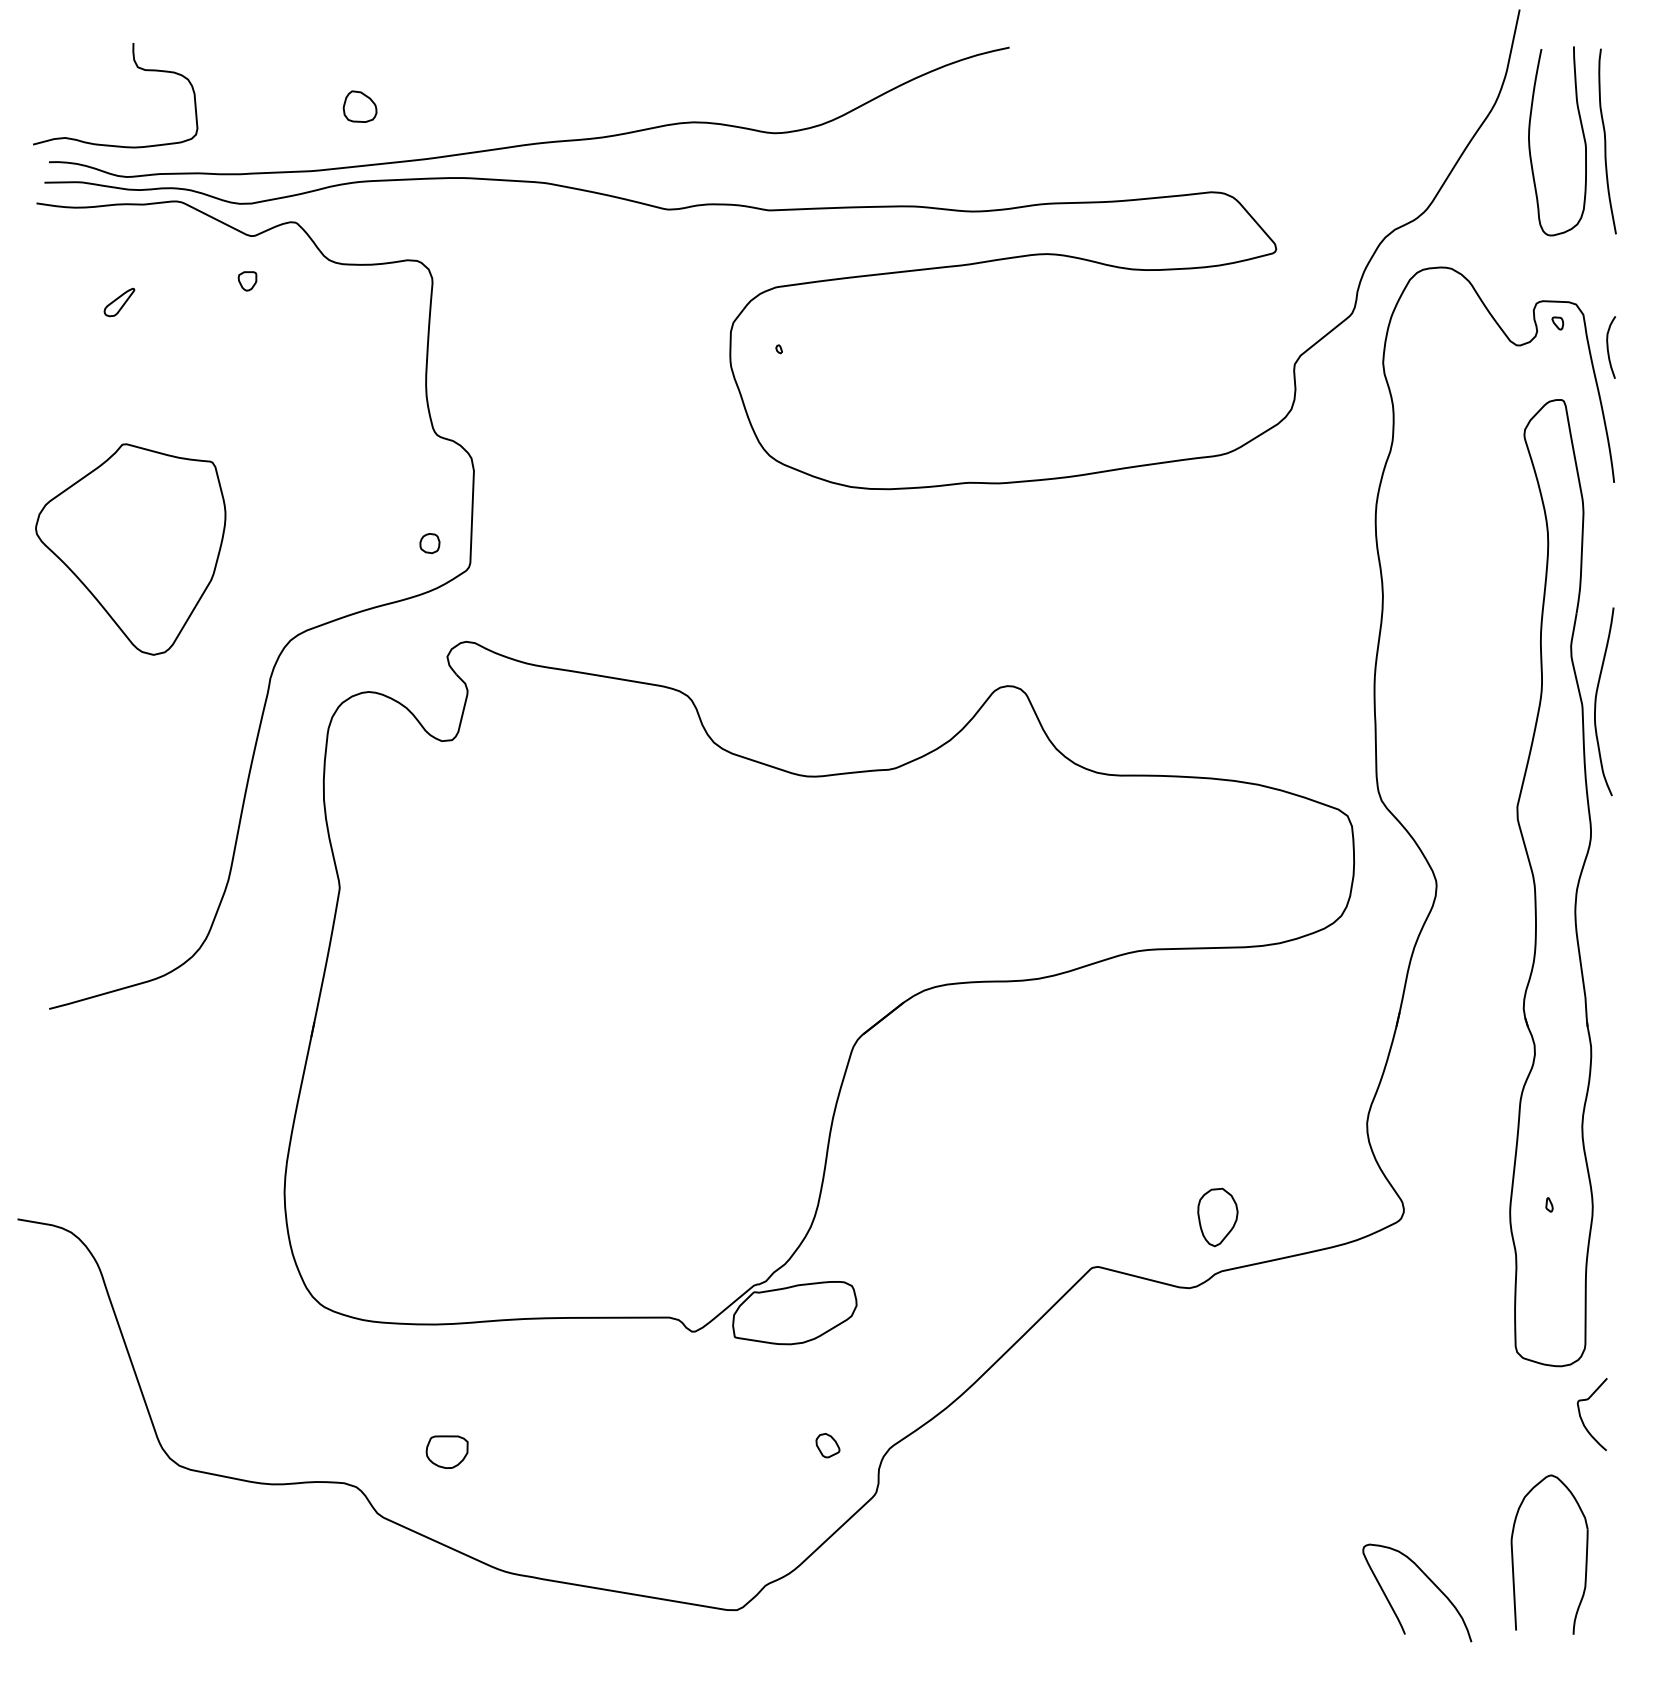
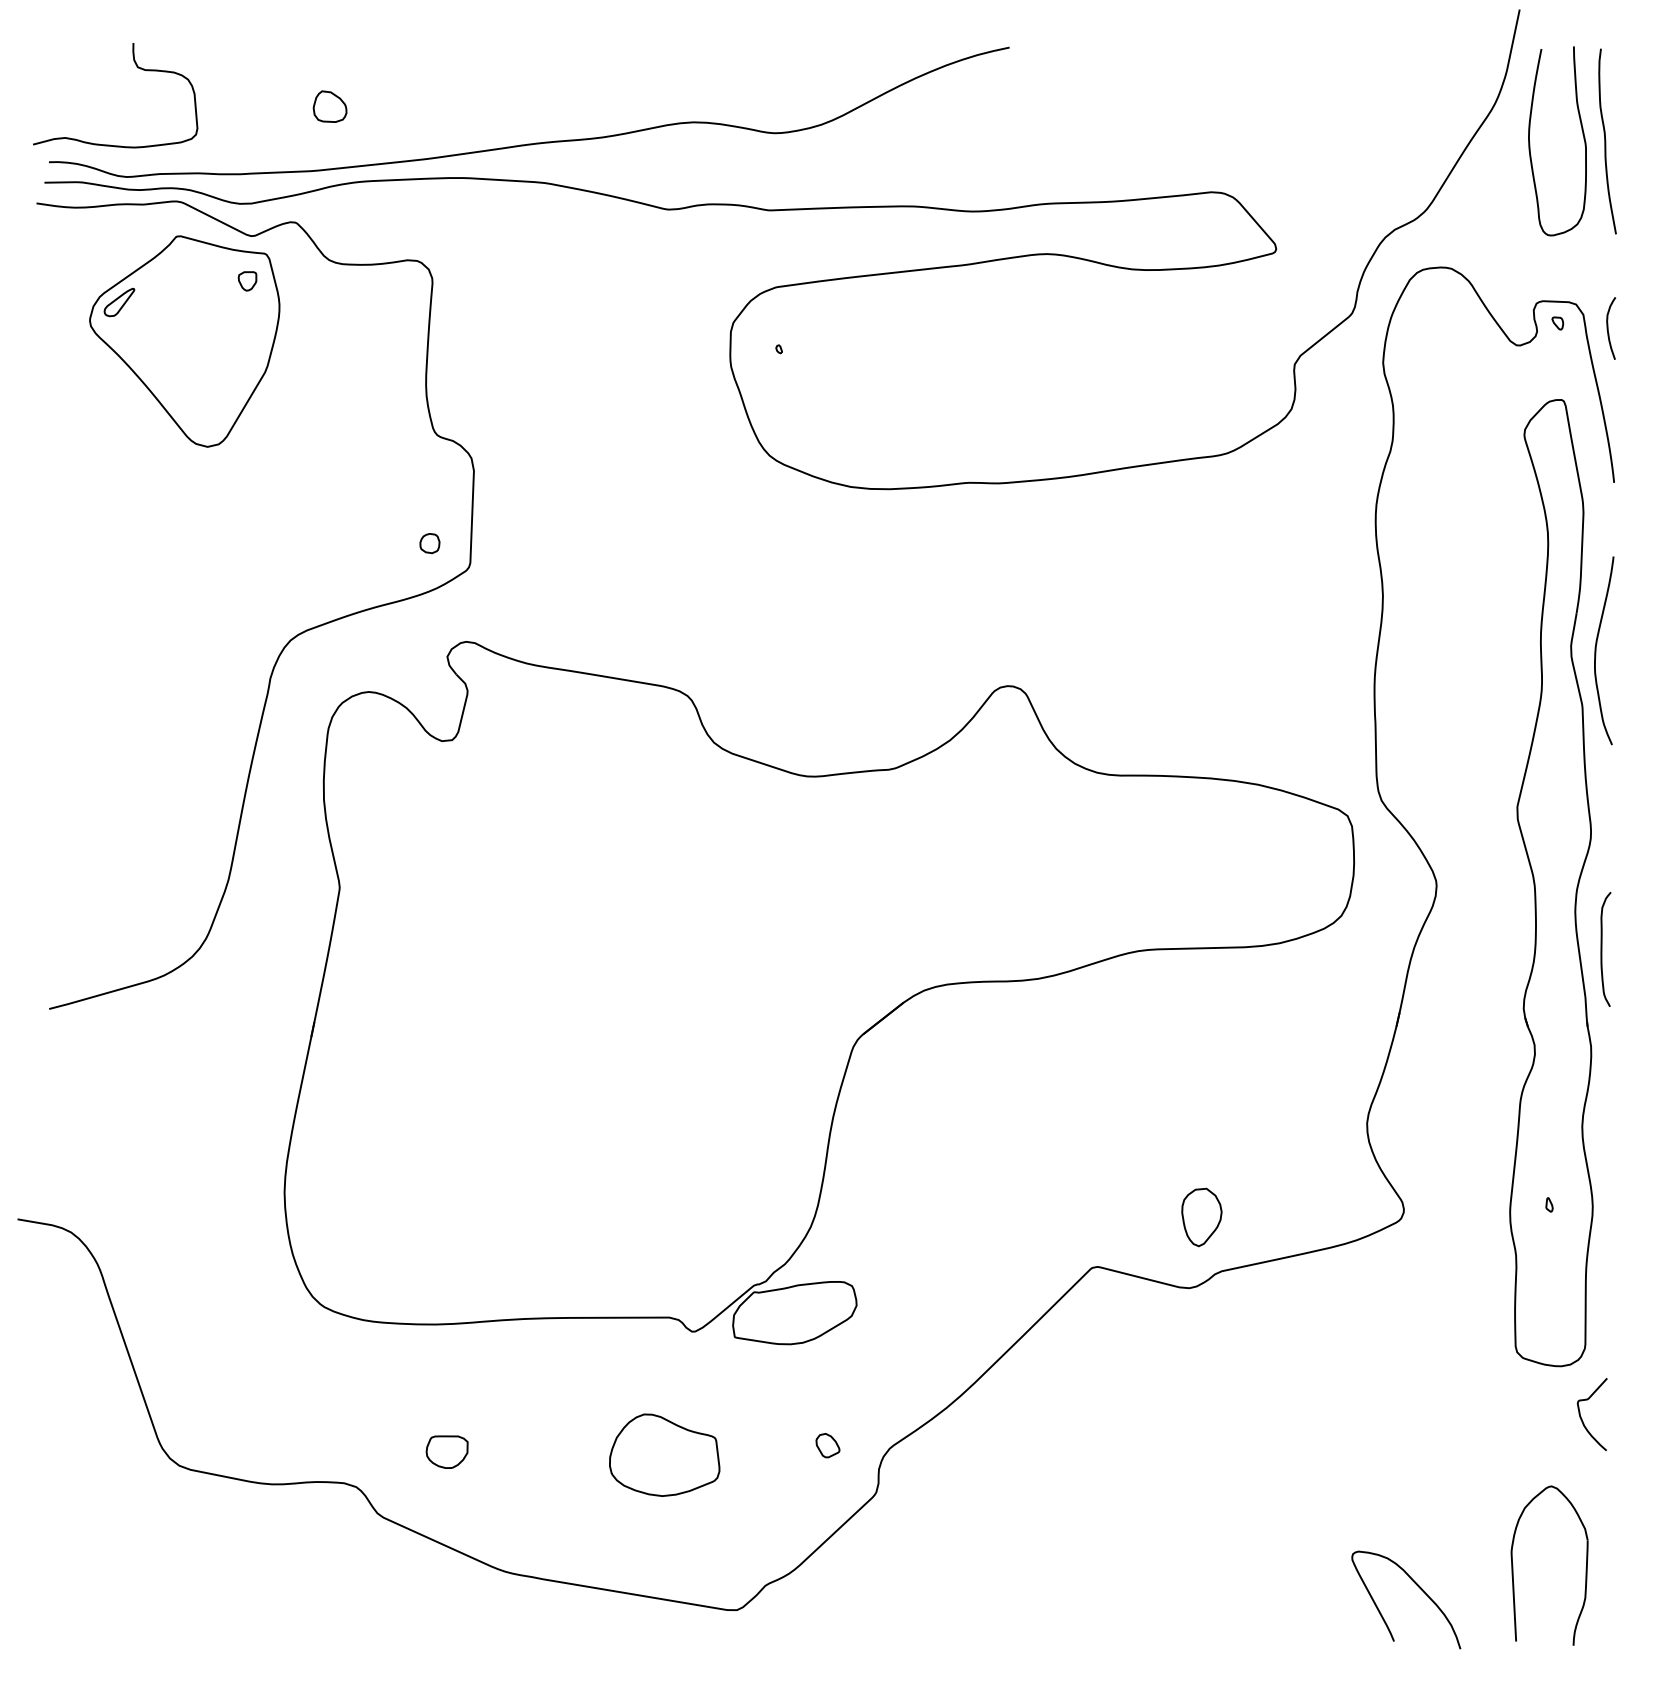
part at (359, 106) position: (359, 106) -> (329, 106)
curve at (1608, 347) position: (1608, 347) -> (1608, 328)
part at (130, 549) position: (130, 549) -> (184, 341)
curve at (1596, 701) position: (1596, 701) -> (1596, 650)
curve at (1602, 949): none -> present
part at (1217, 1217) position: (1217, 1217) -> (1201, 1217)
part at (664, 1454): none -> present
part at (1513, 1554) position: (1513, 1554) -> (1513, 1565)
curve at (1429, 1580) position: (1429, 1580) -> (1418, 1587)
